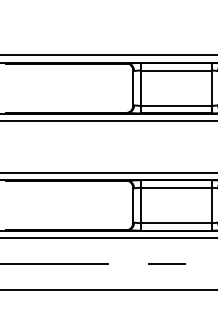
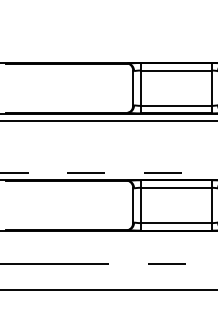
line at (108, 55): present -> none
line at (109, 172): solid -> dashed
line at (108, 238): present -> none
